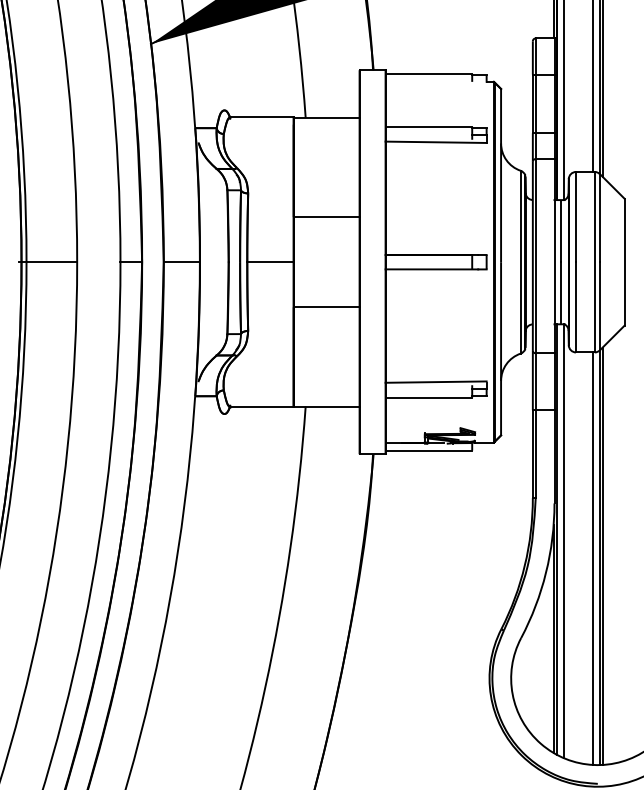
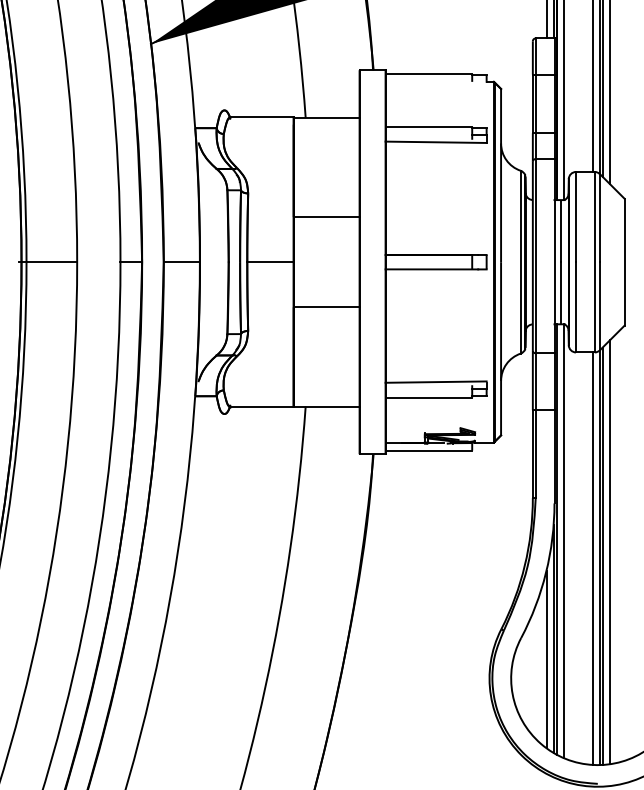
line at (546, 20): none -> present
line at (609, 92): none -> present
line at (609, 552): none -> present
line at (546, 659): none -> present
